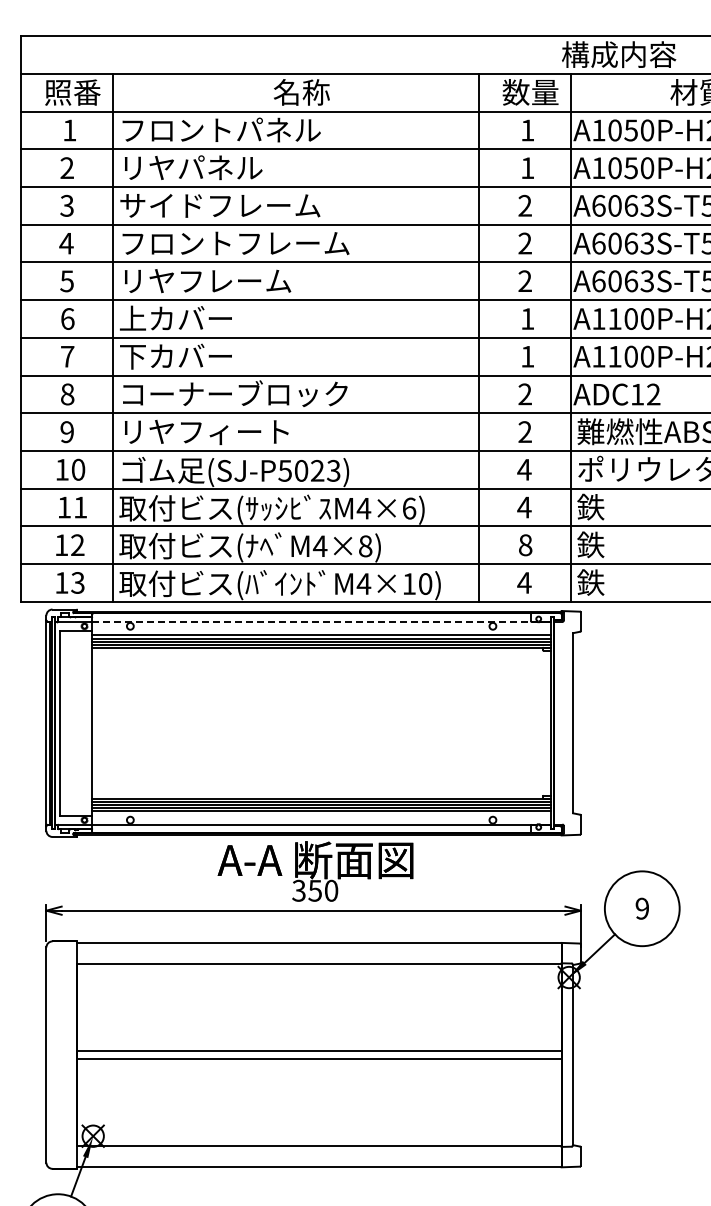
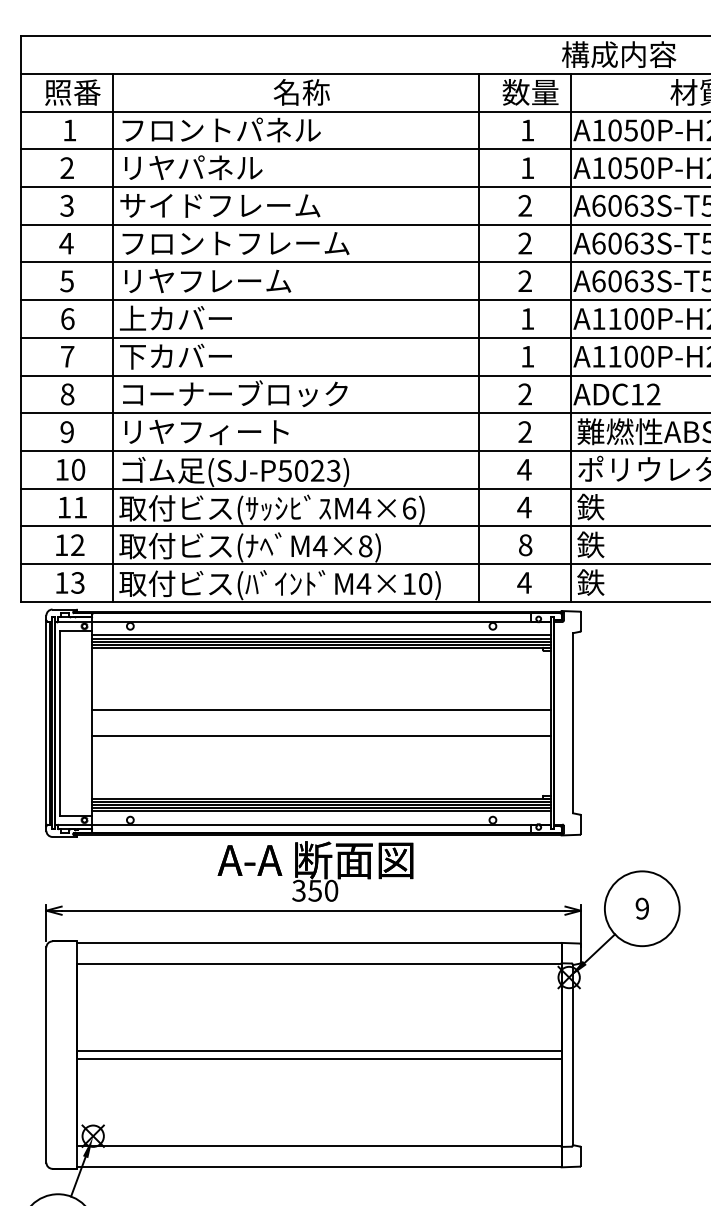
line at (315, 621): dashed -> solid
line at (321, 710): none -> present
line at (321, 736): none -> present
